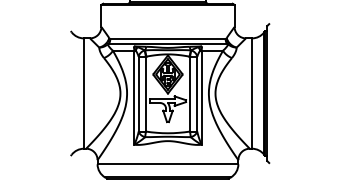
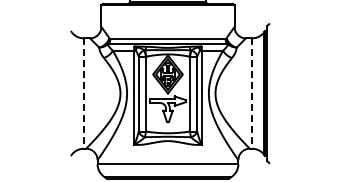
line at (83, 94): solid -> dashed
line at (252, 94): solid -> dashed
